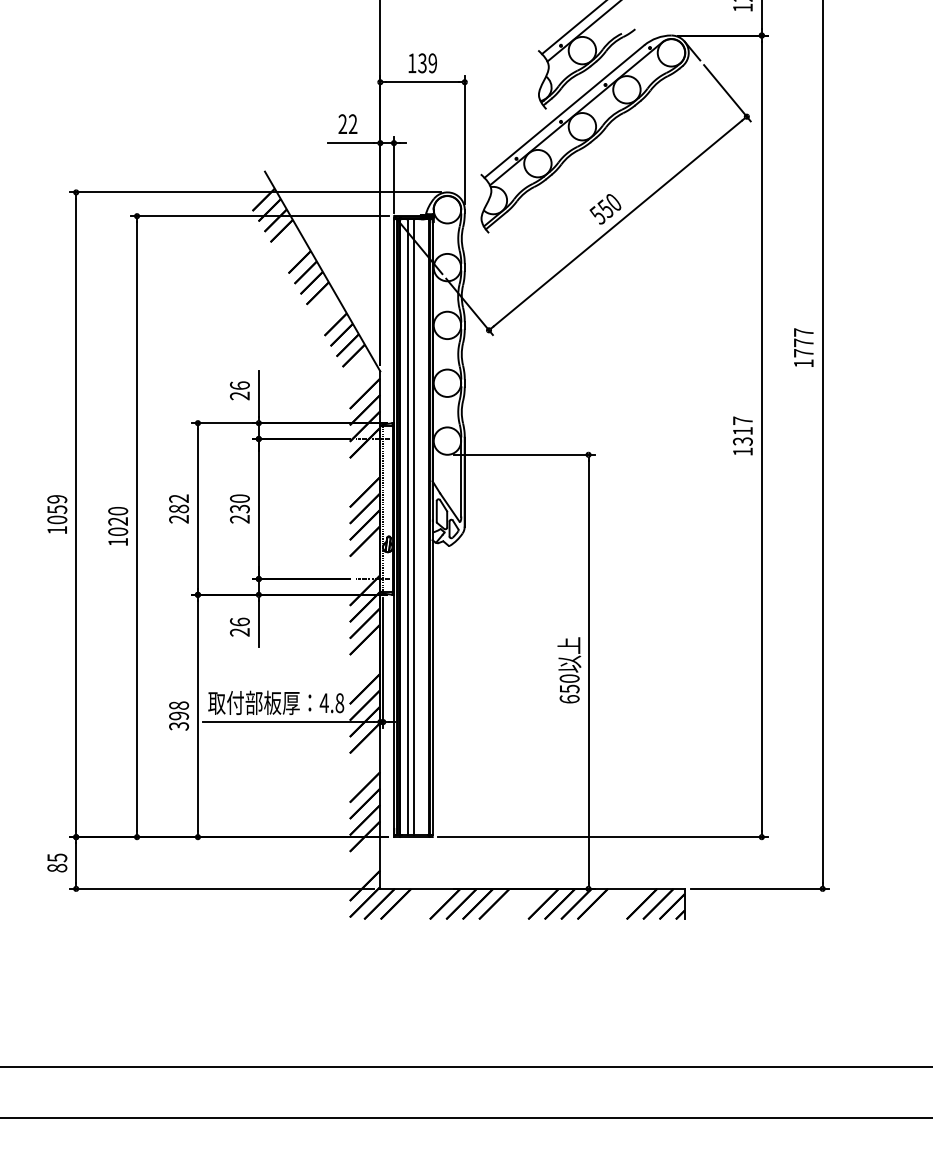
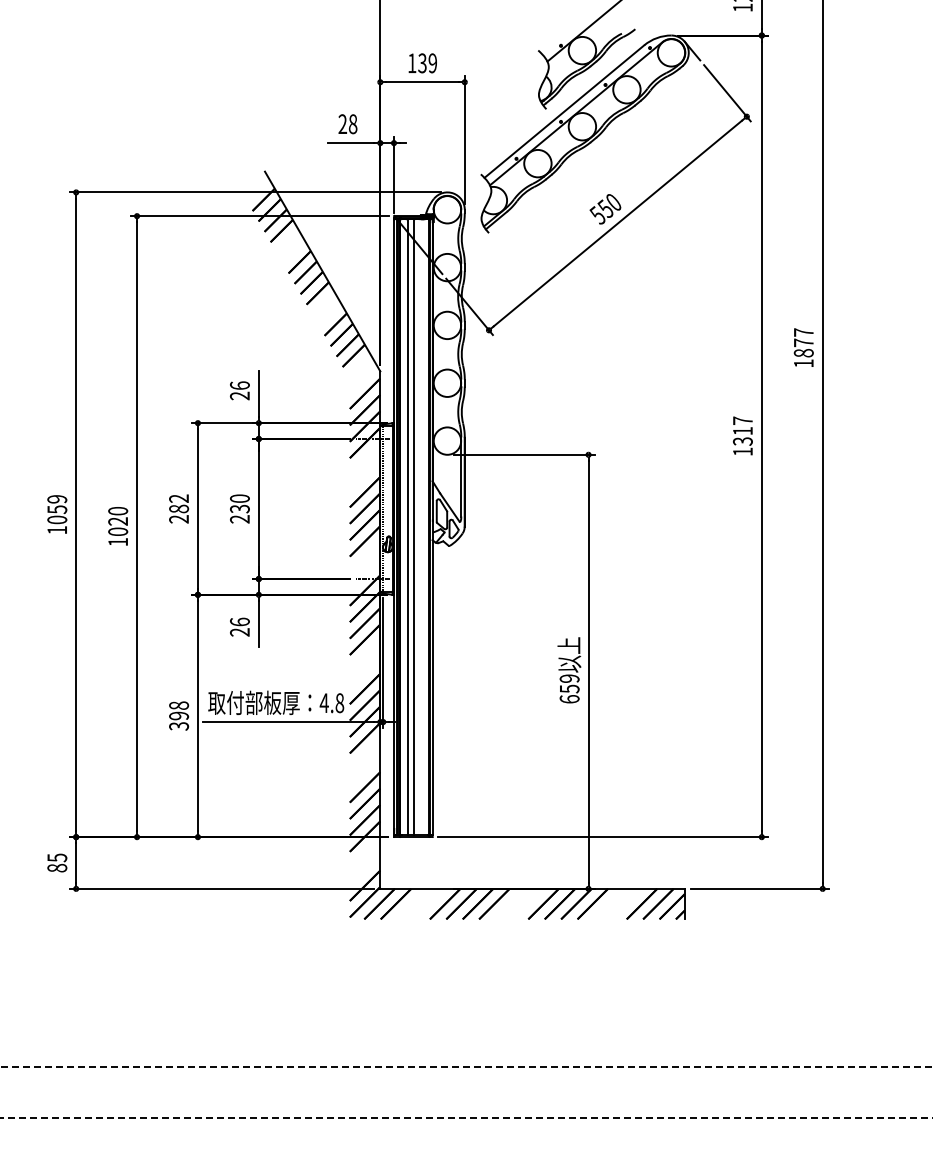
line at (573, 28): present -> none
text at (352, 124): 22 -> 28
text at (803, 353): 1777 -> 1877
text at (569, 678): 650 -> 659
line at (466, 1066): solid -> dashed
line at (466, 1118): solid -> dashed
